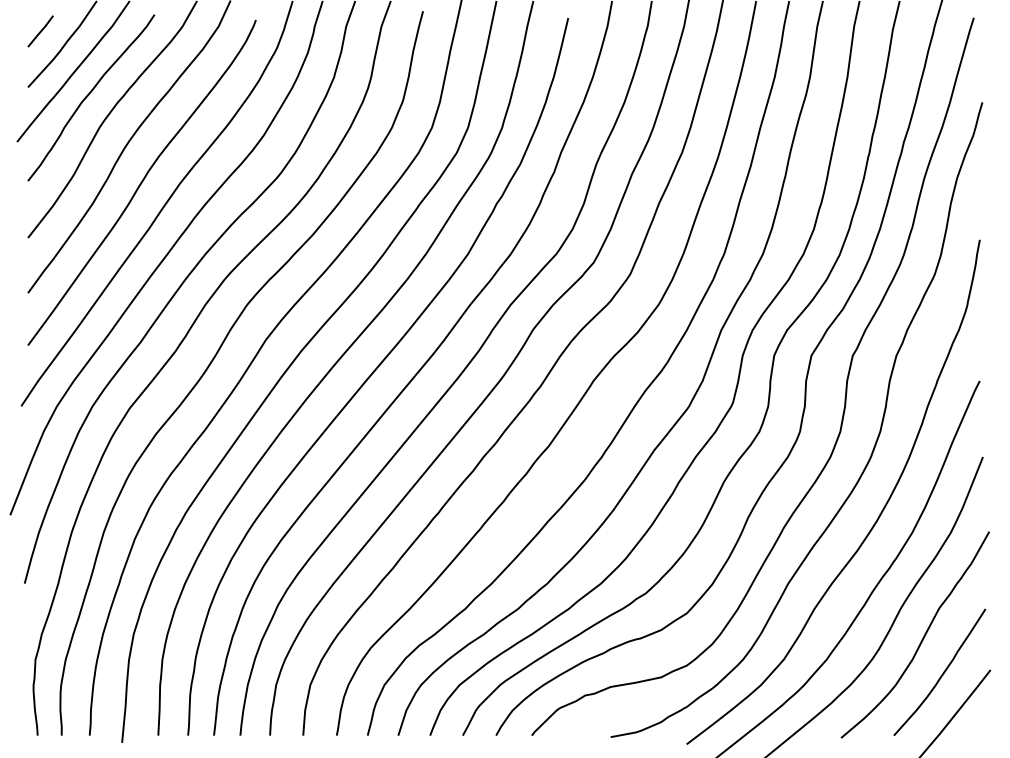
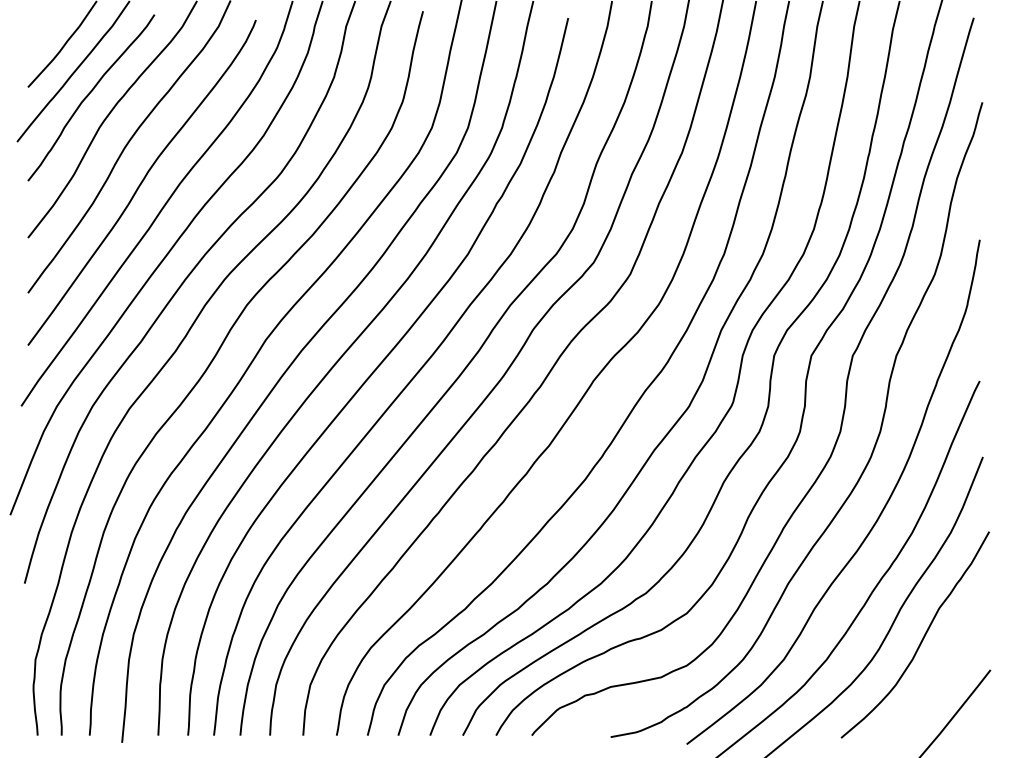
line at (40, 31): present -> none
curve at (942, 673): present -> none
